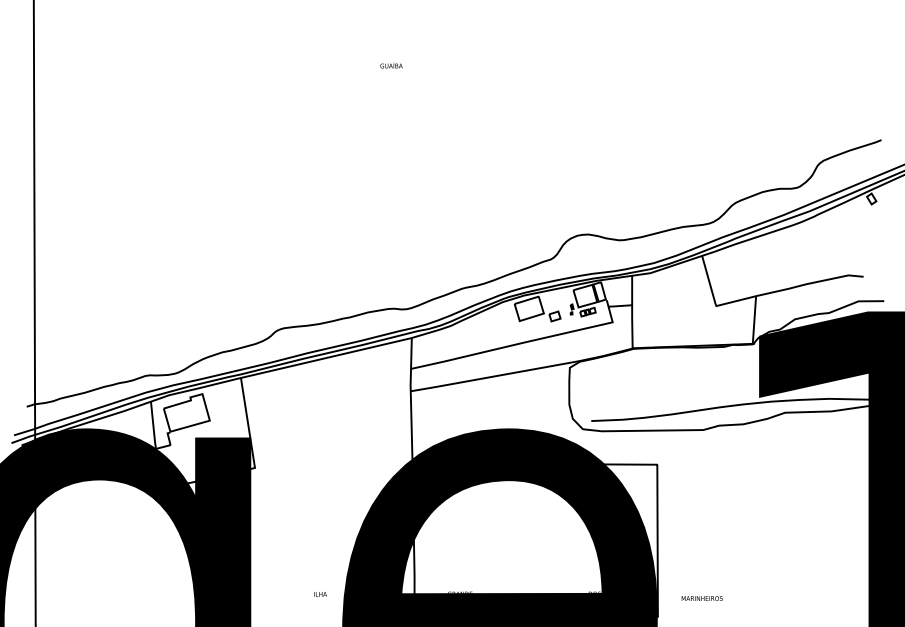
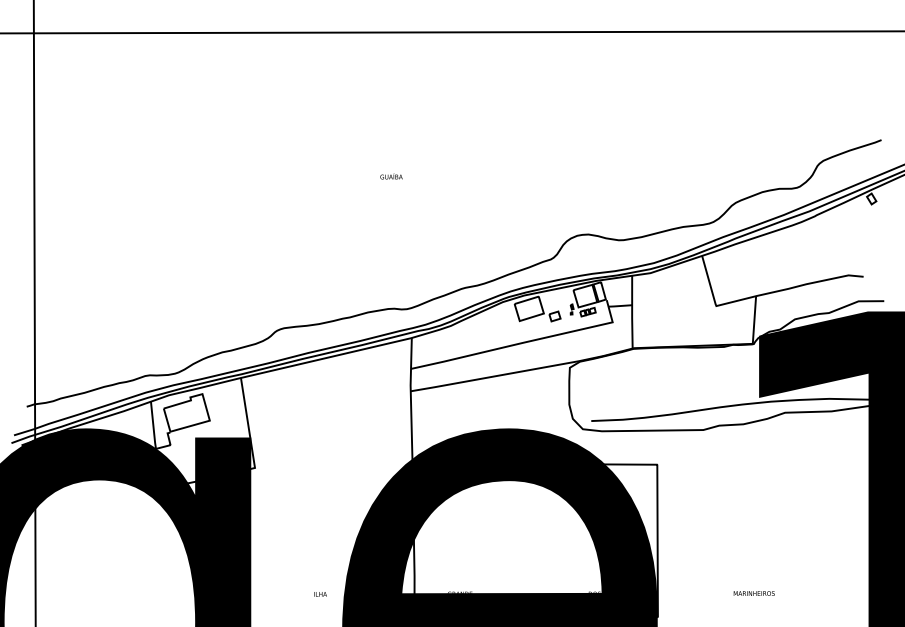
line at (451, 32): none -> present
text at (391, 65) position: (391, 65) -> (391, 176)
text at (701, 598) position: (701, 598) -> (753, 593)
